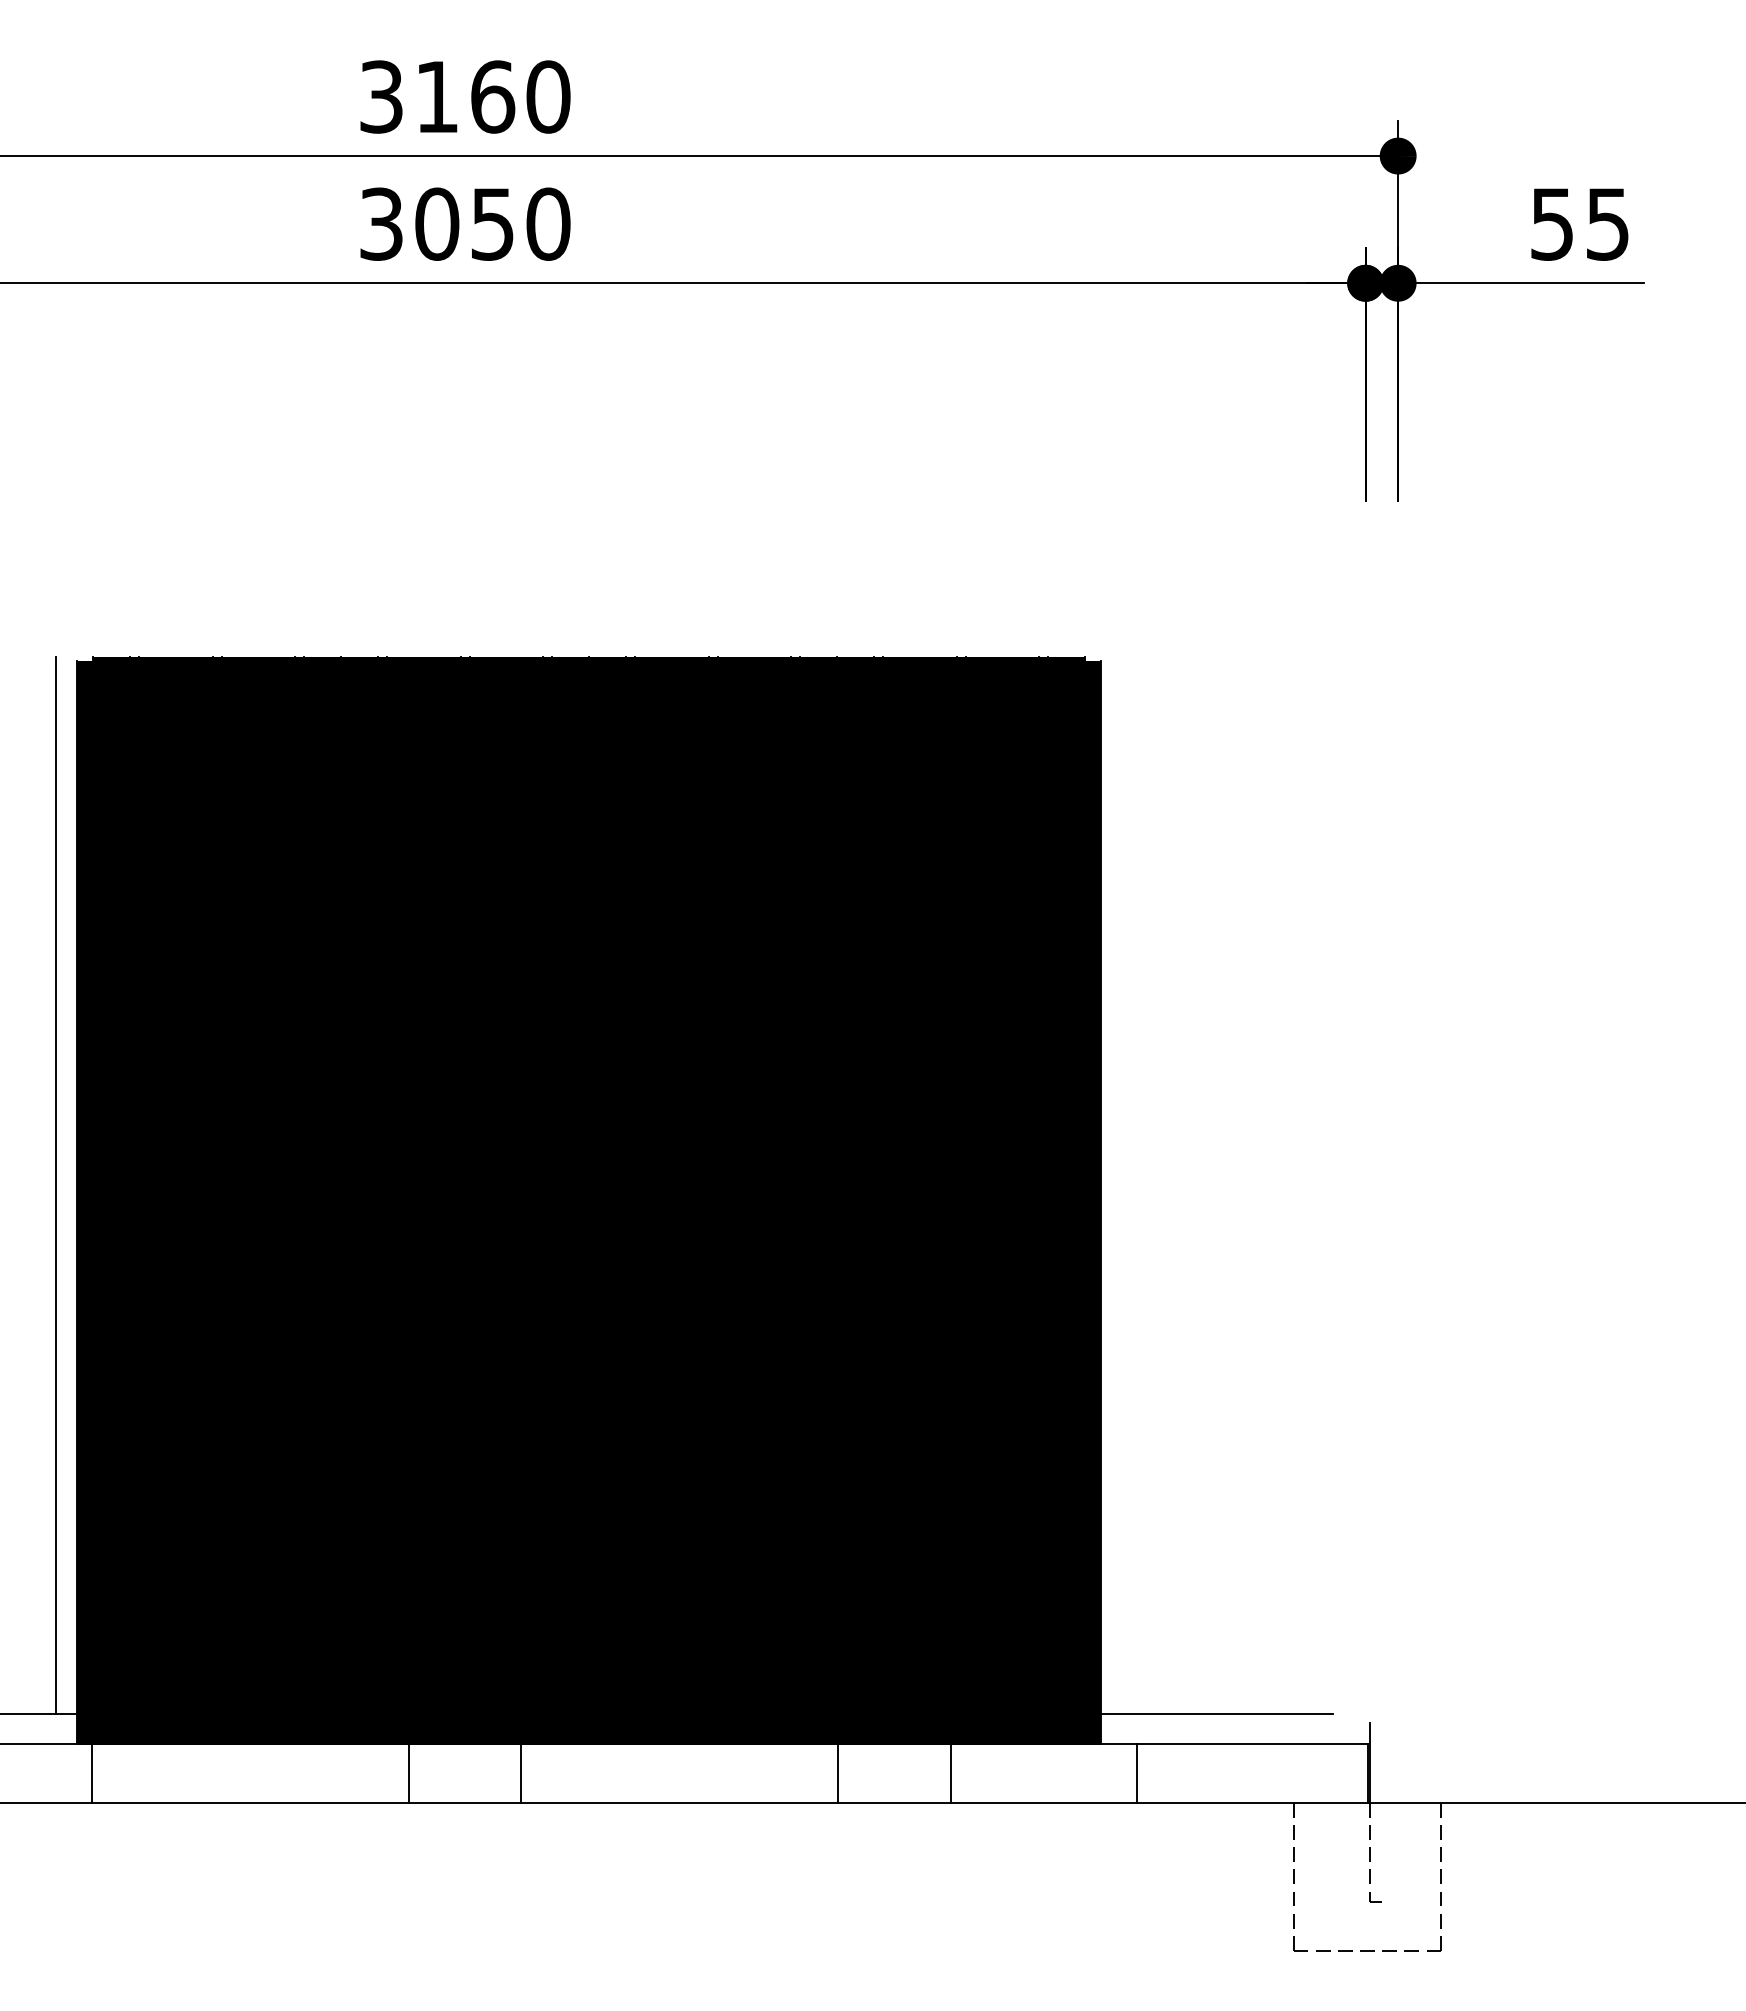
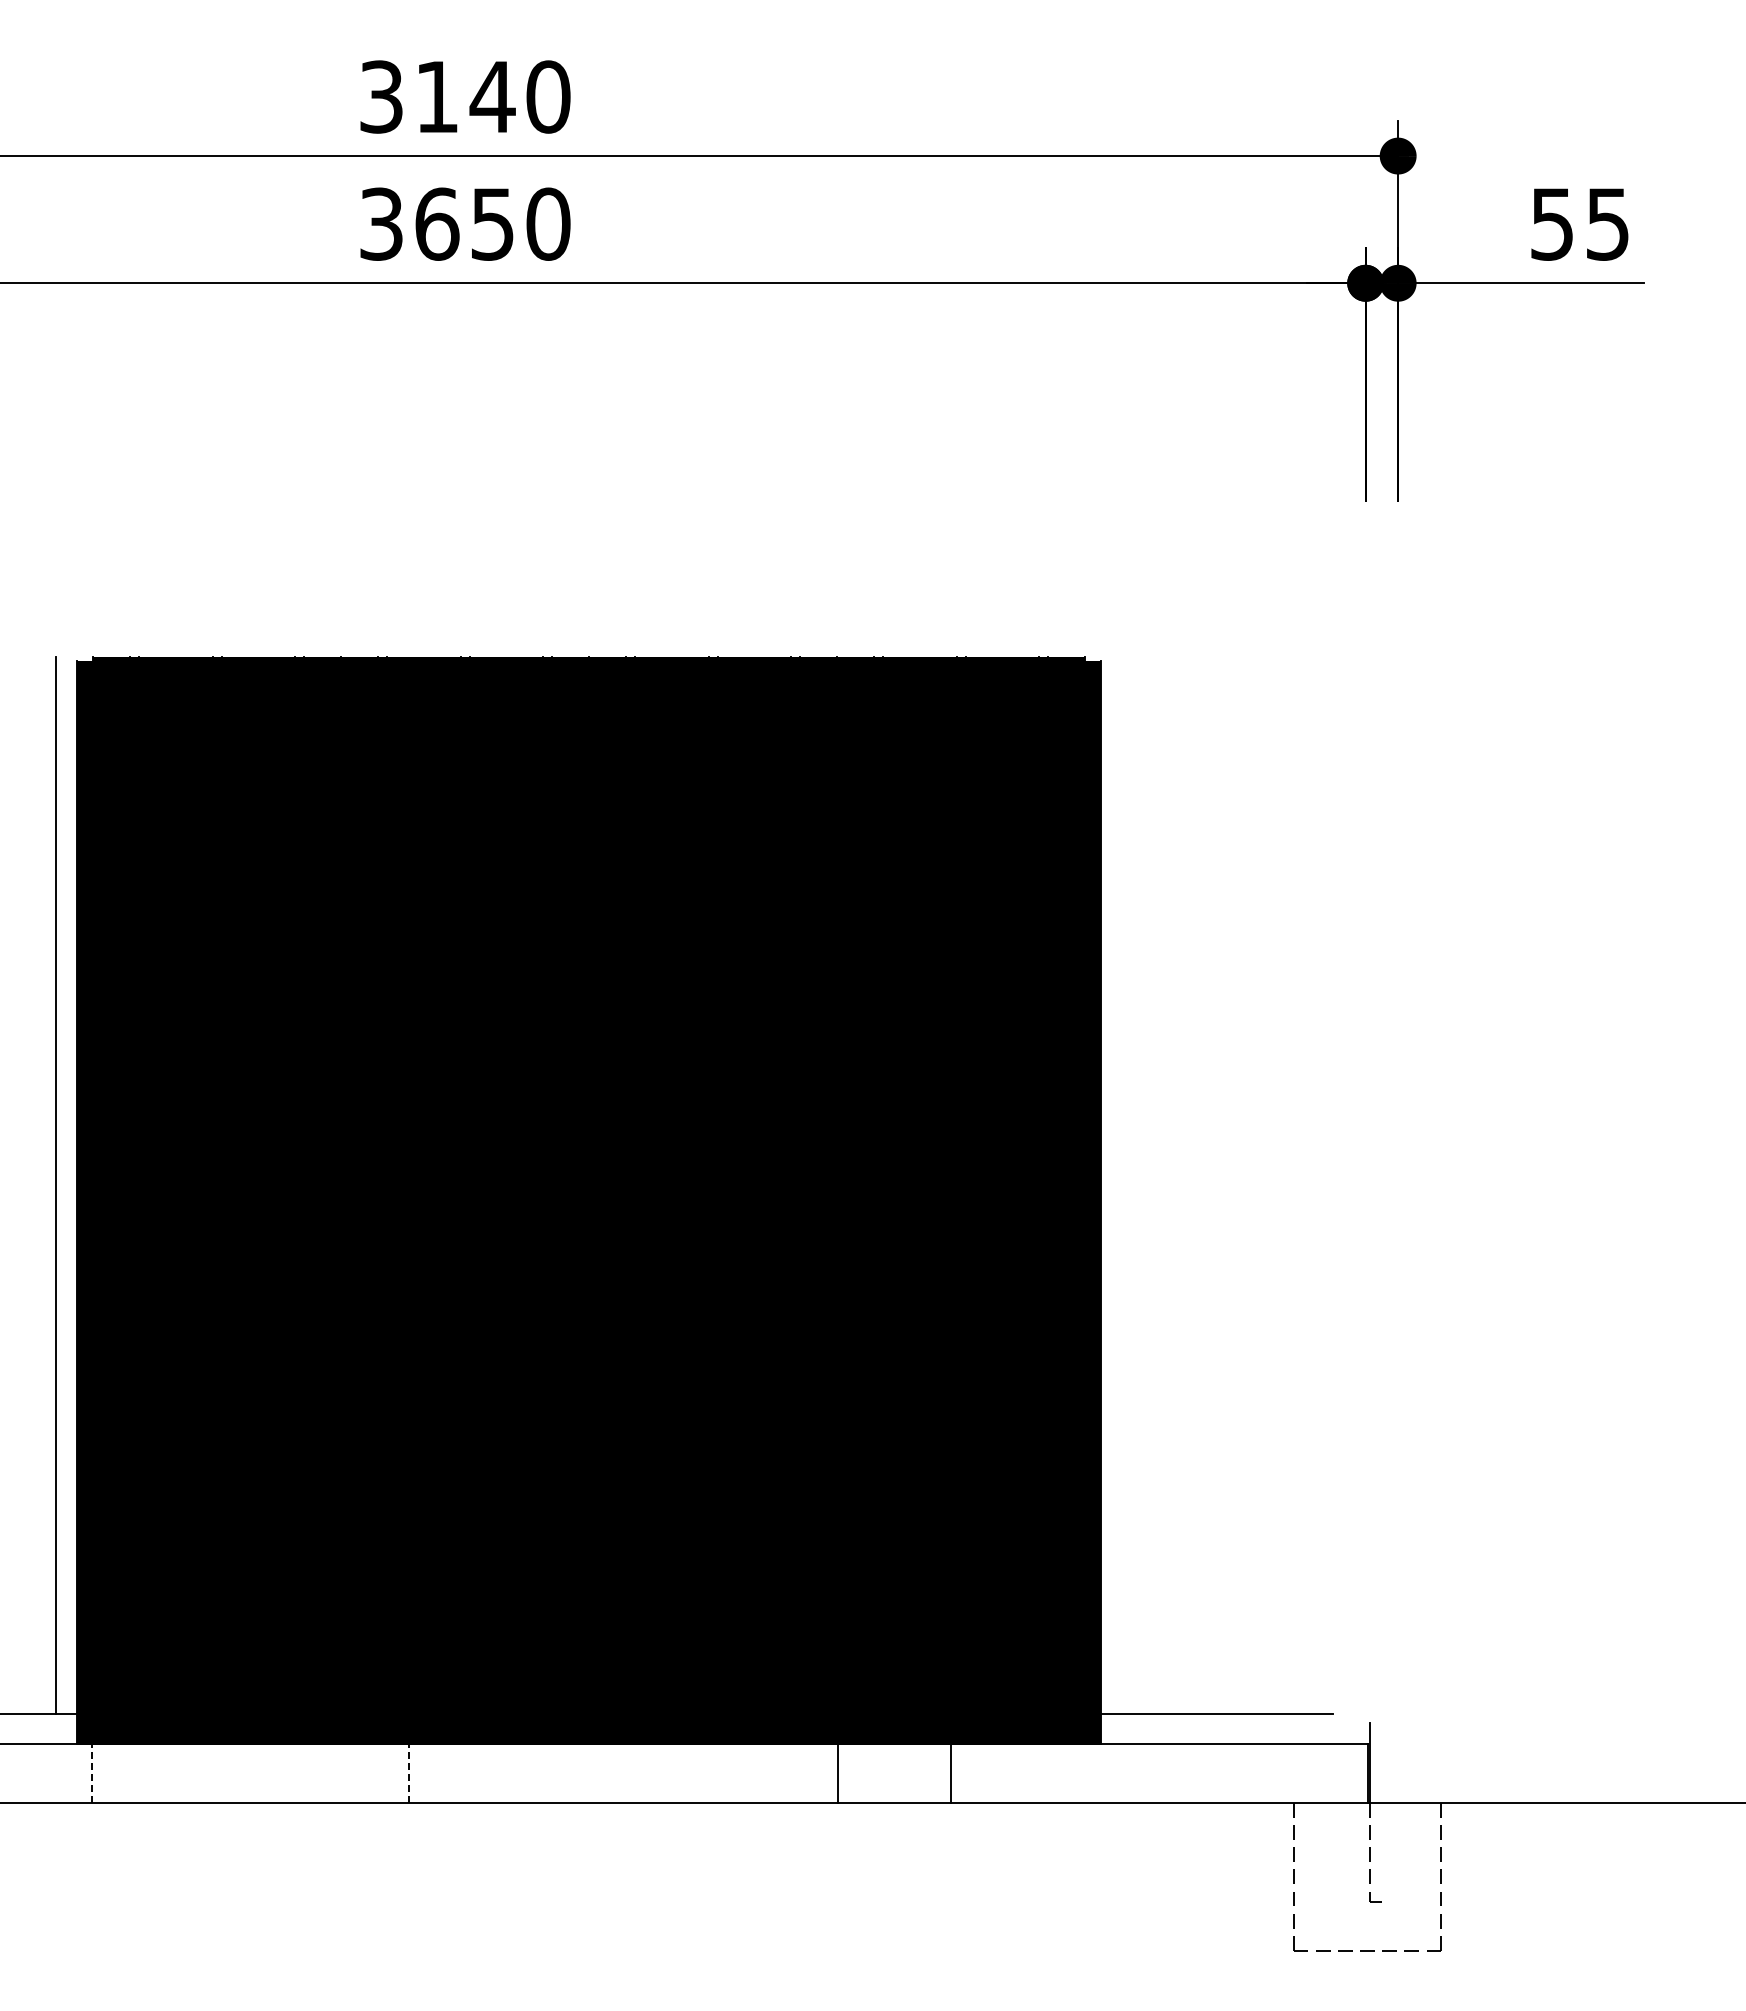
text at (492, 96): 3160 -> 3140
text at (437, 223): 3050 -> 3650
line at (91, 1773): solid -> dashed
line at (409, 1773): solid -> dashed
line at (521, 1773): present -> none
line at (1137, 1773): present -> none
